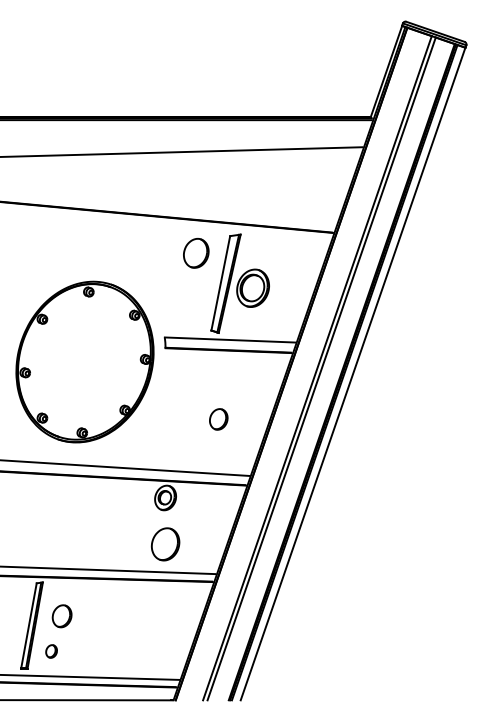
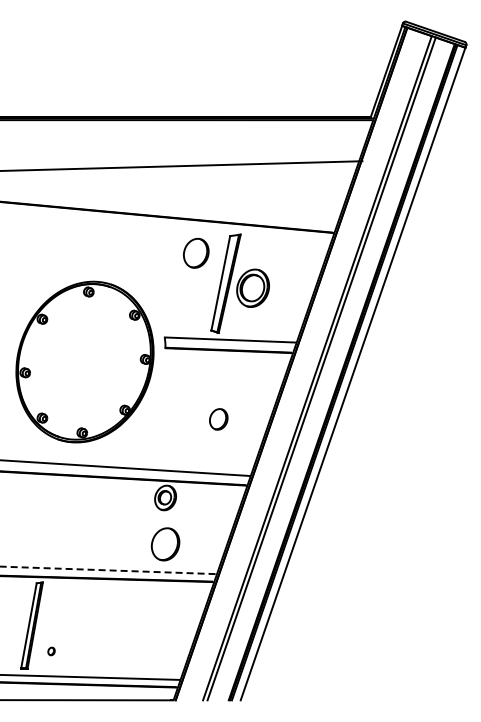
line at (182, 151) position: (182, 151) -> (182, 165)
line at (107, 570): solid -> dashed
part at (61, 616): present -> none
part at (51, 651) size: 13x15 px -> 9x11 px
